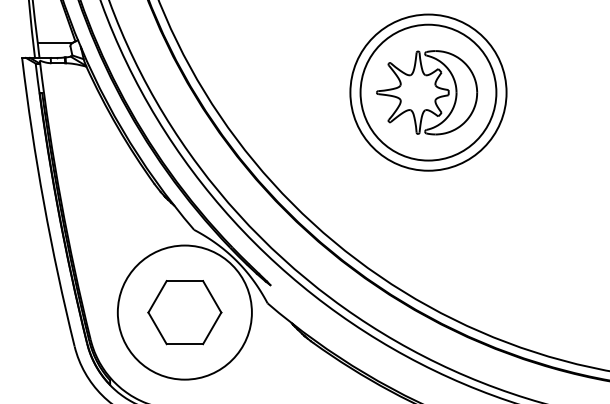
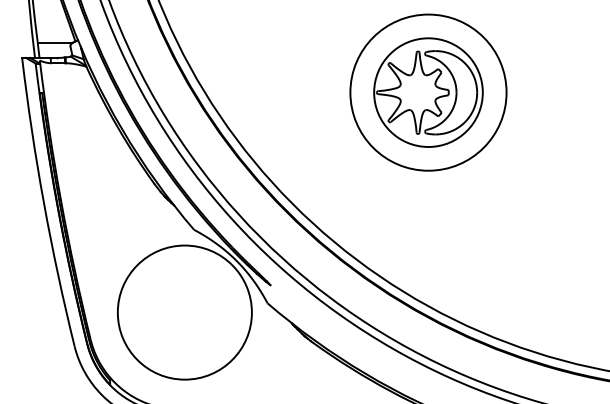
circle at (428, 92) diameter: 136 px -> 109 px
part at (184, 312): present -> none
